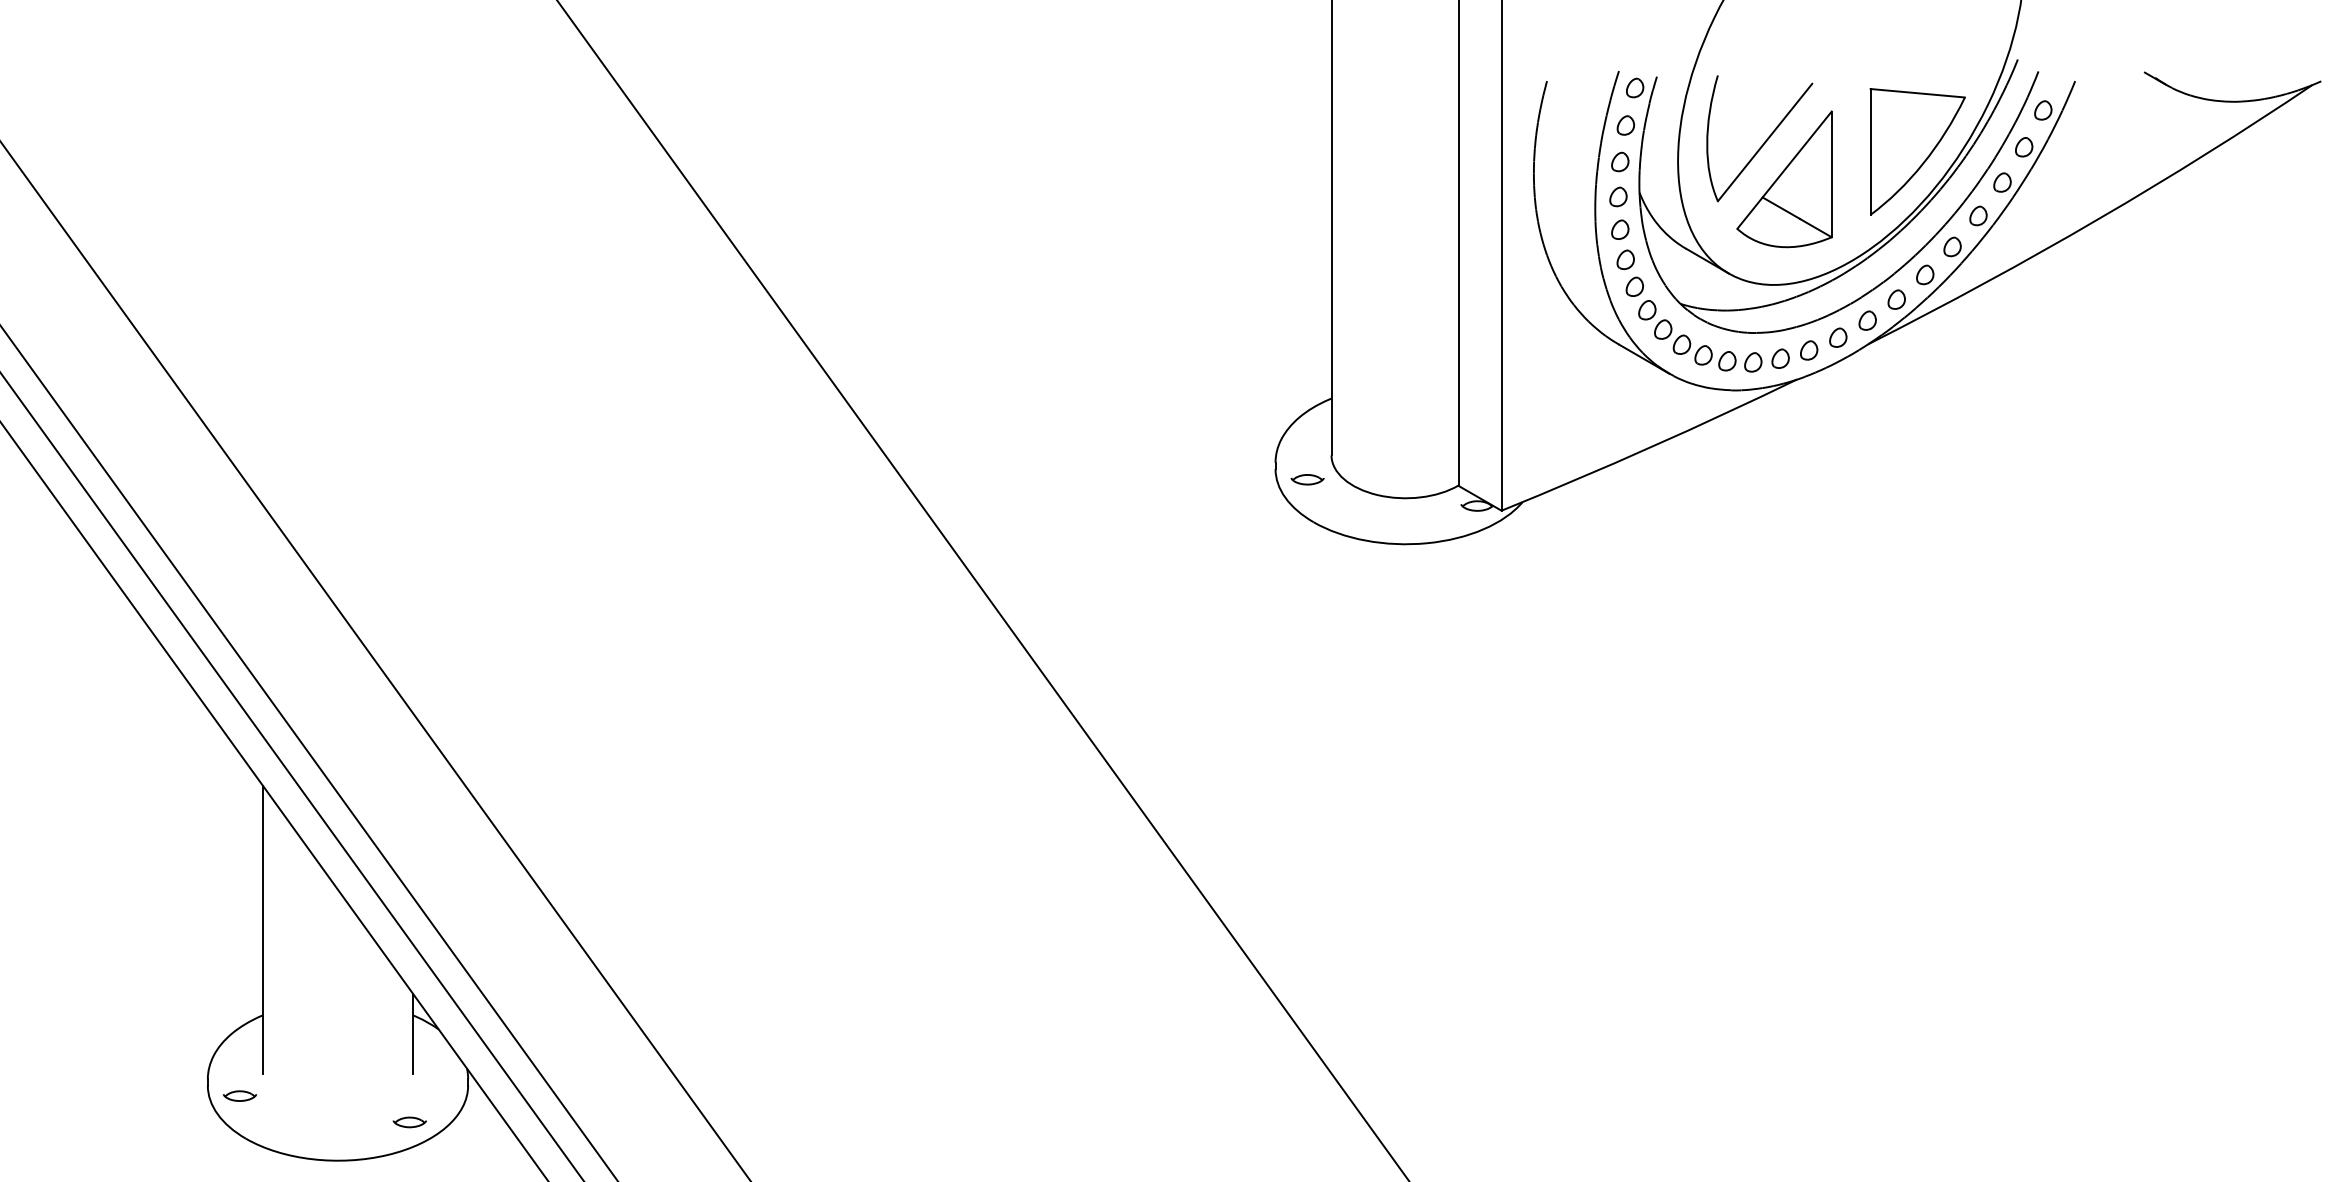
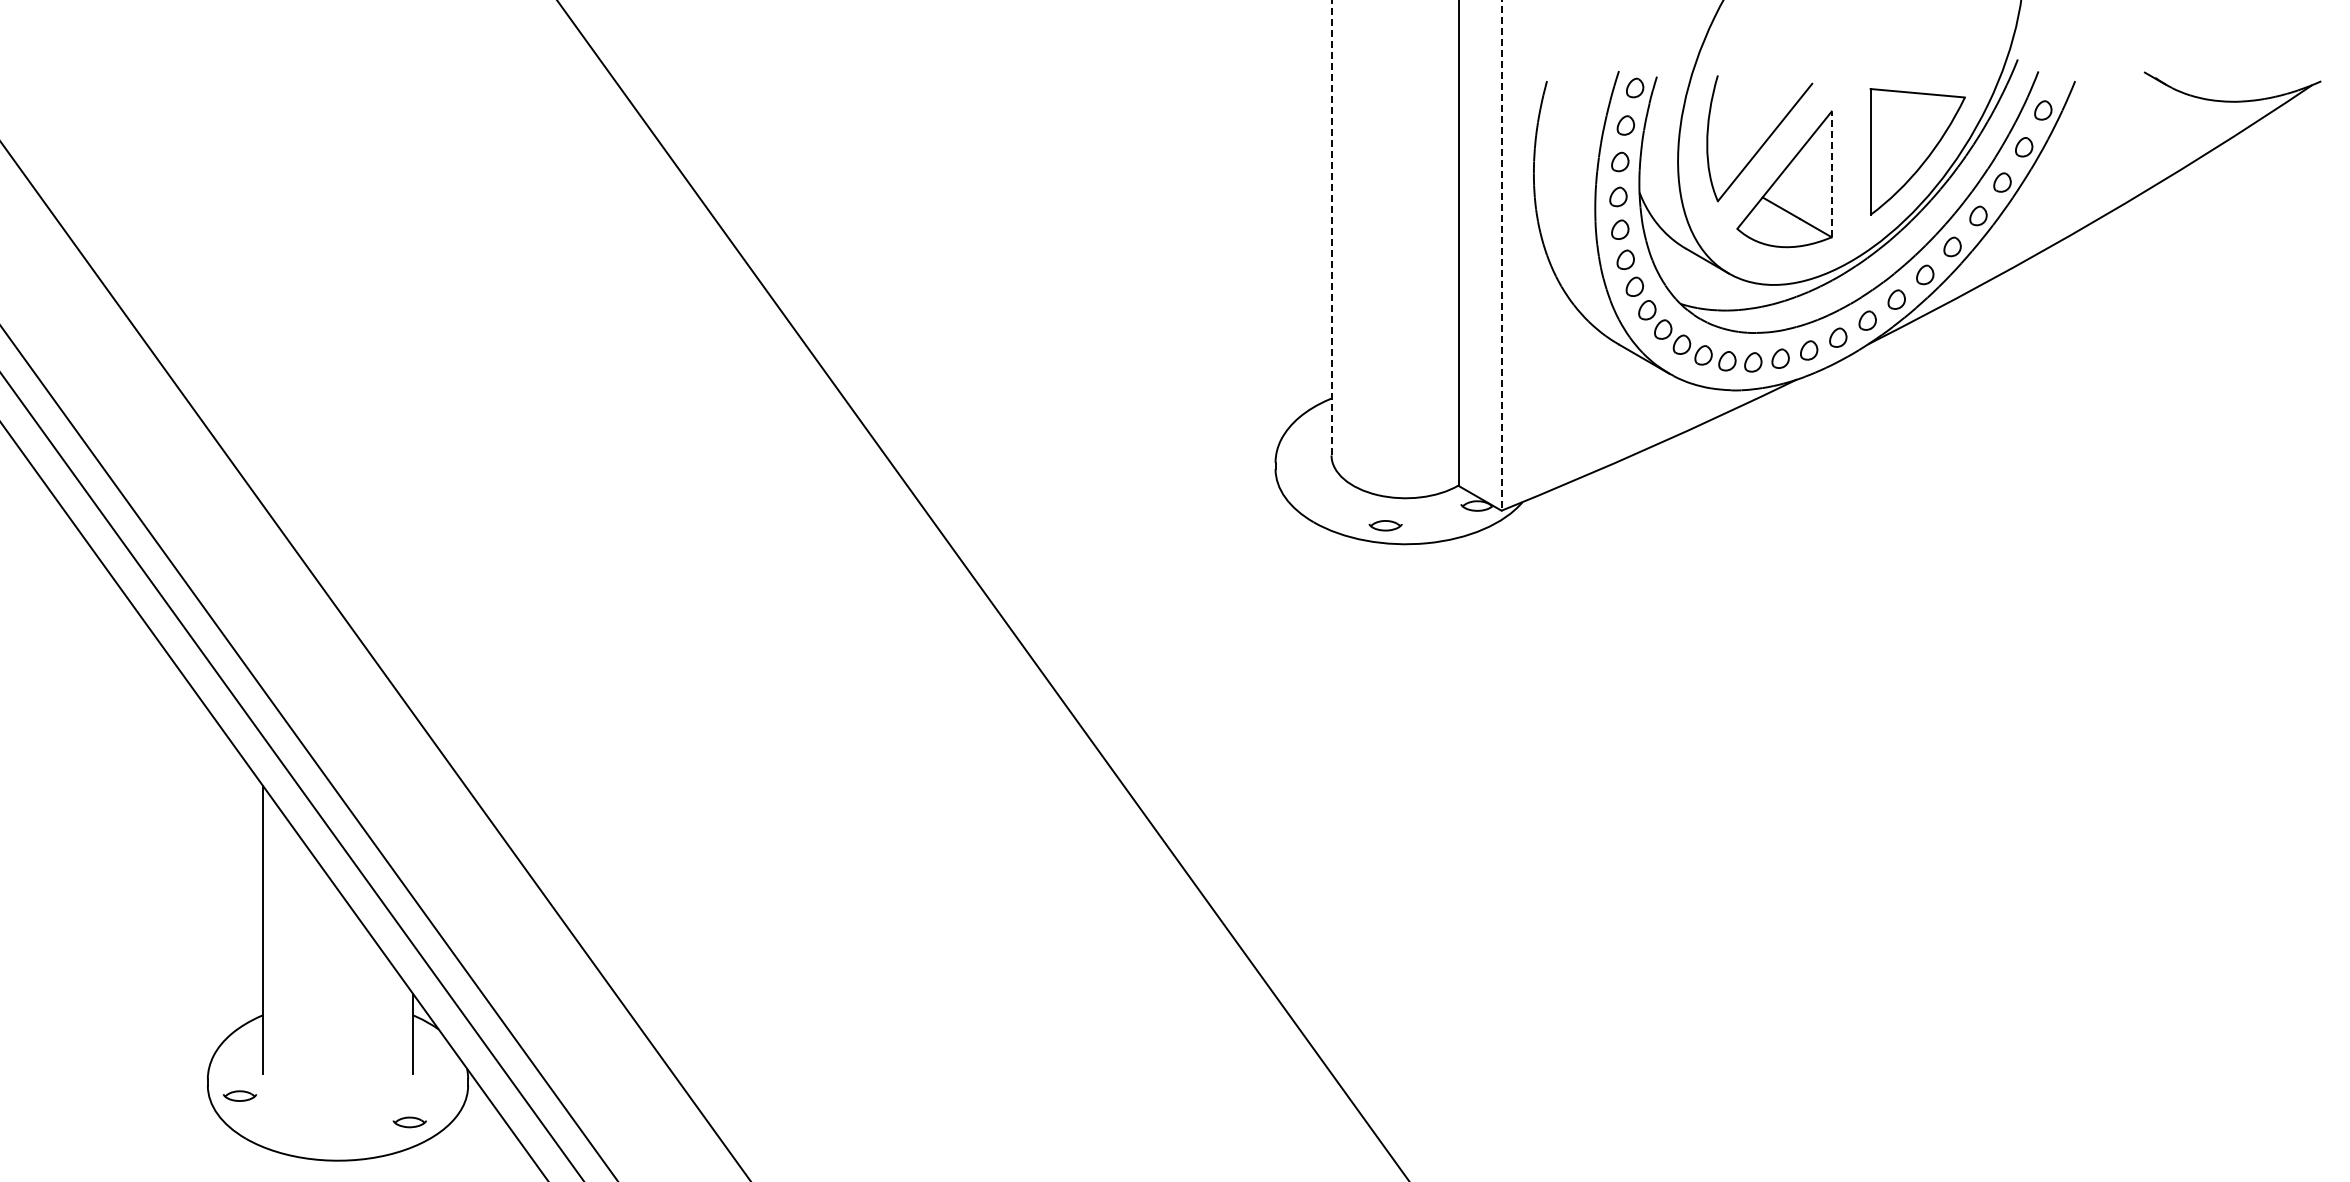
line at (1831, 174): solid -> dashed
line at (1331, 227): solid -> dashed
line at (1501, 255): solid -> dashed
part at (1307, 479) position: (1307, 479) -> (1385, 525)
